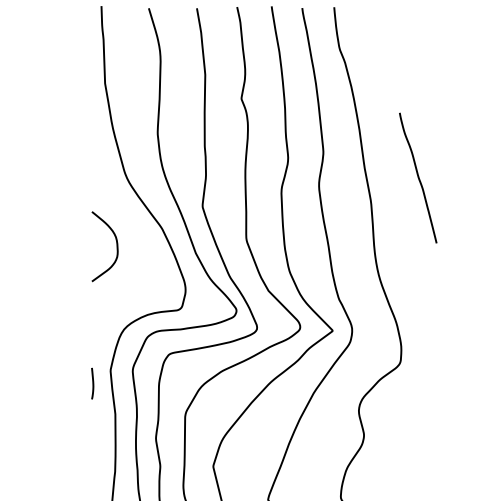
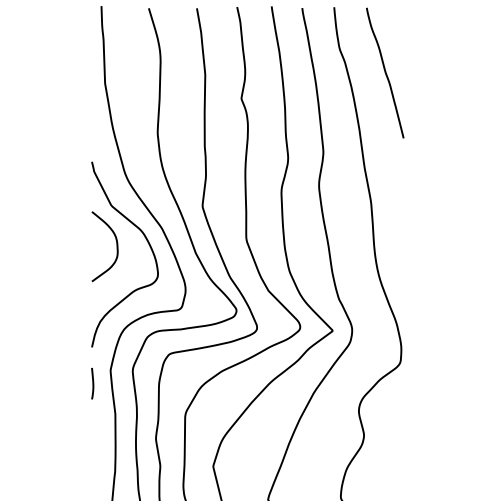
curve at (418, 177) position: (418, 177) -> (385, 72)
curve at (145, 239): none -> present
